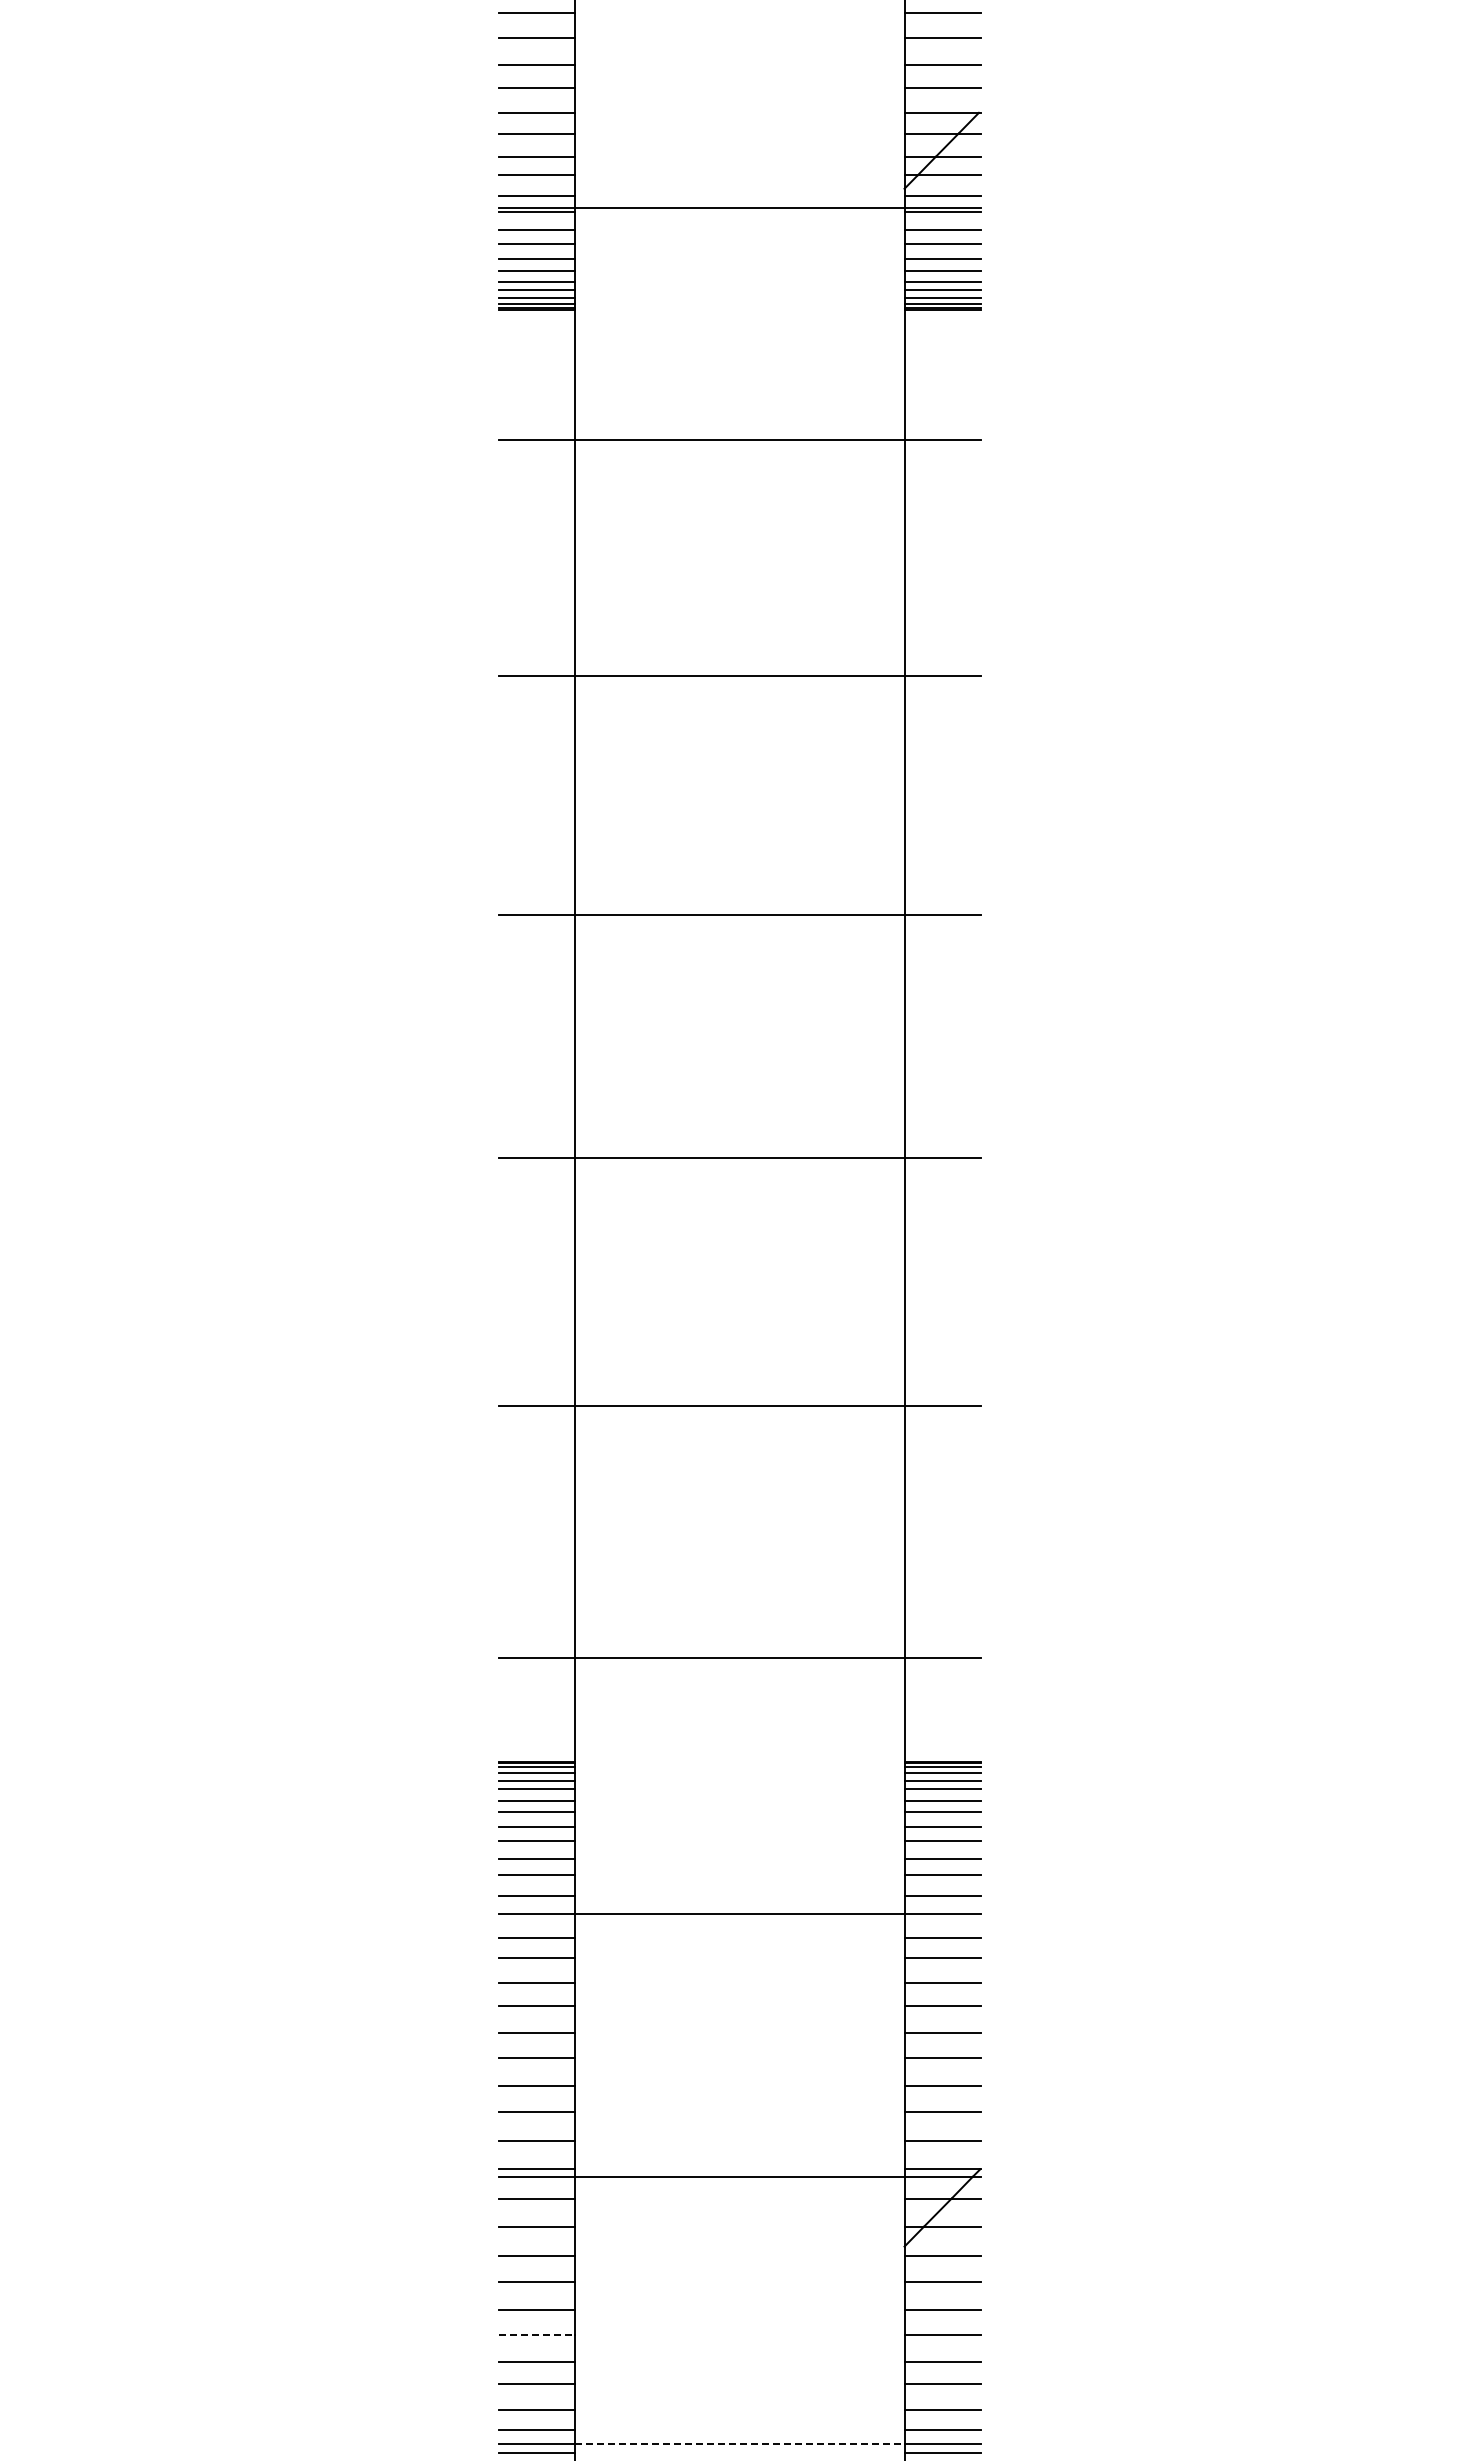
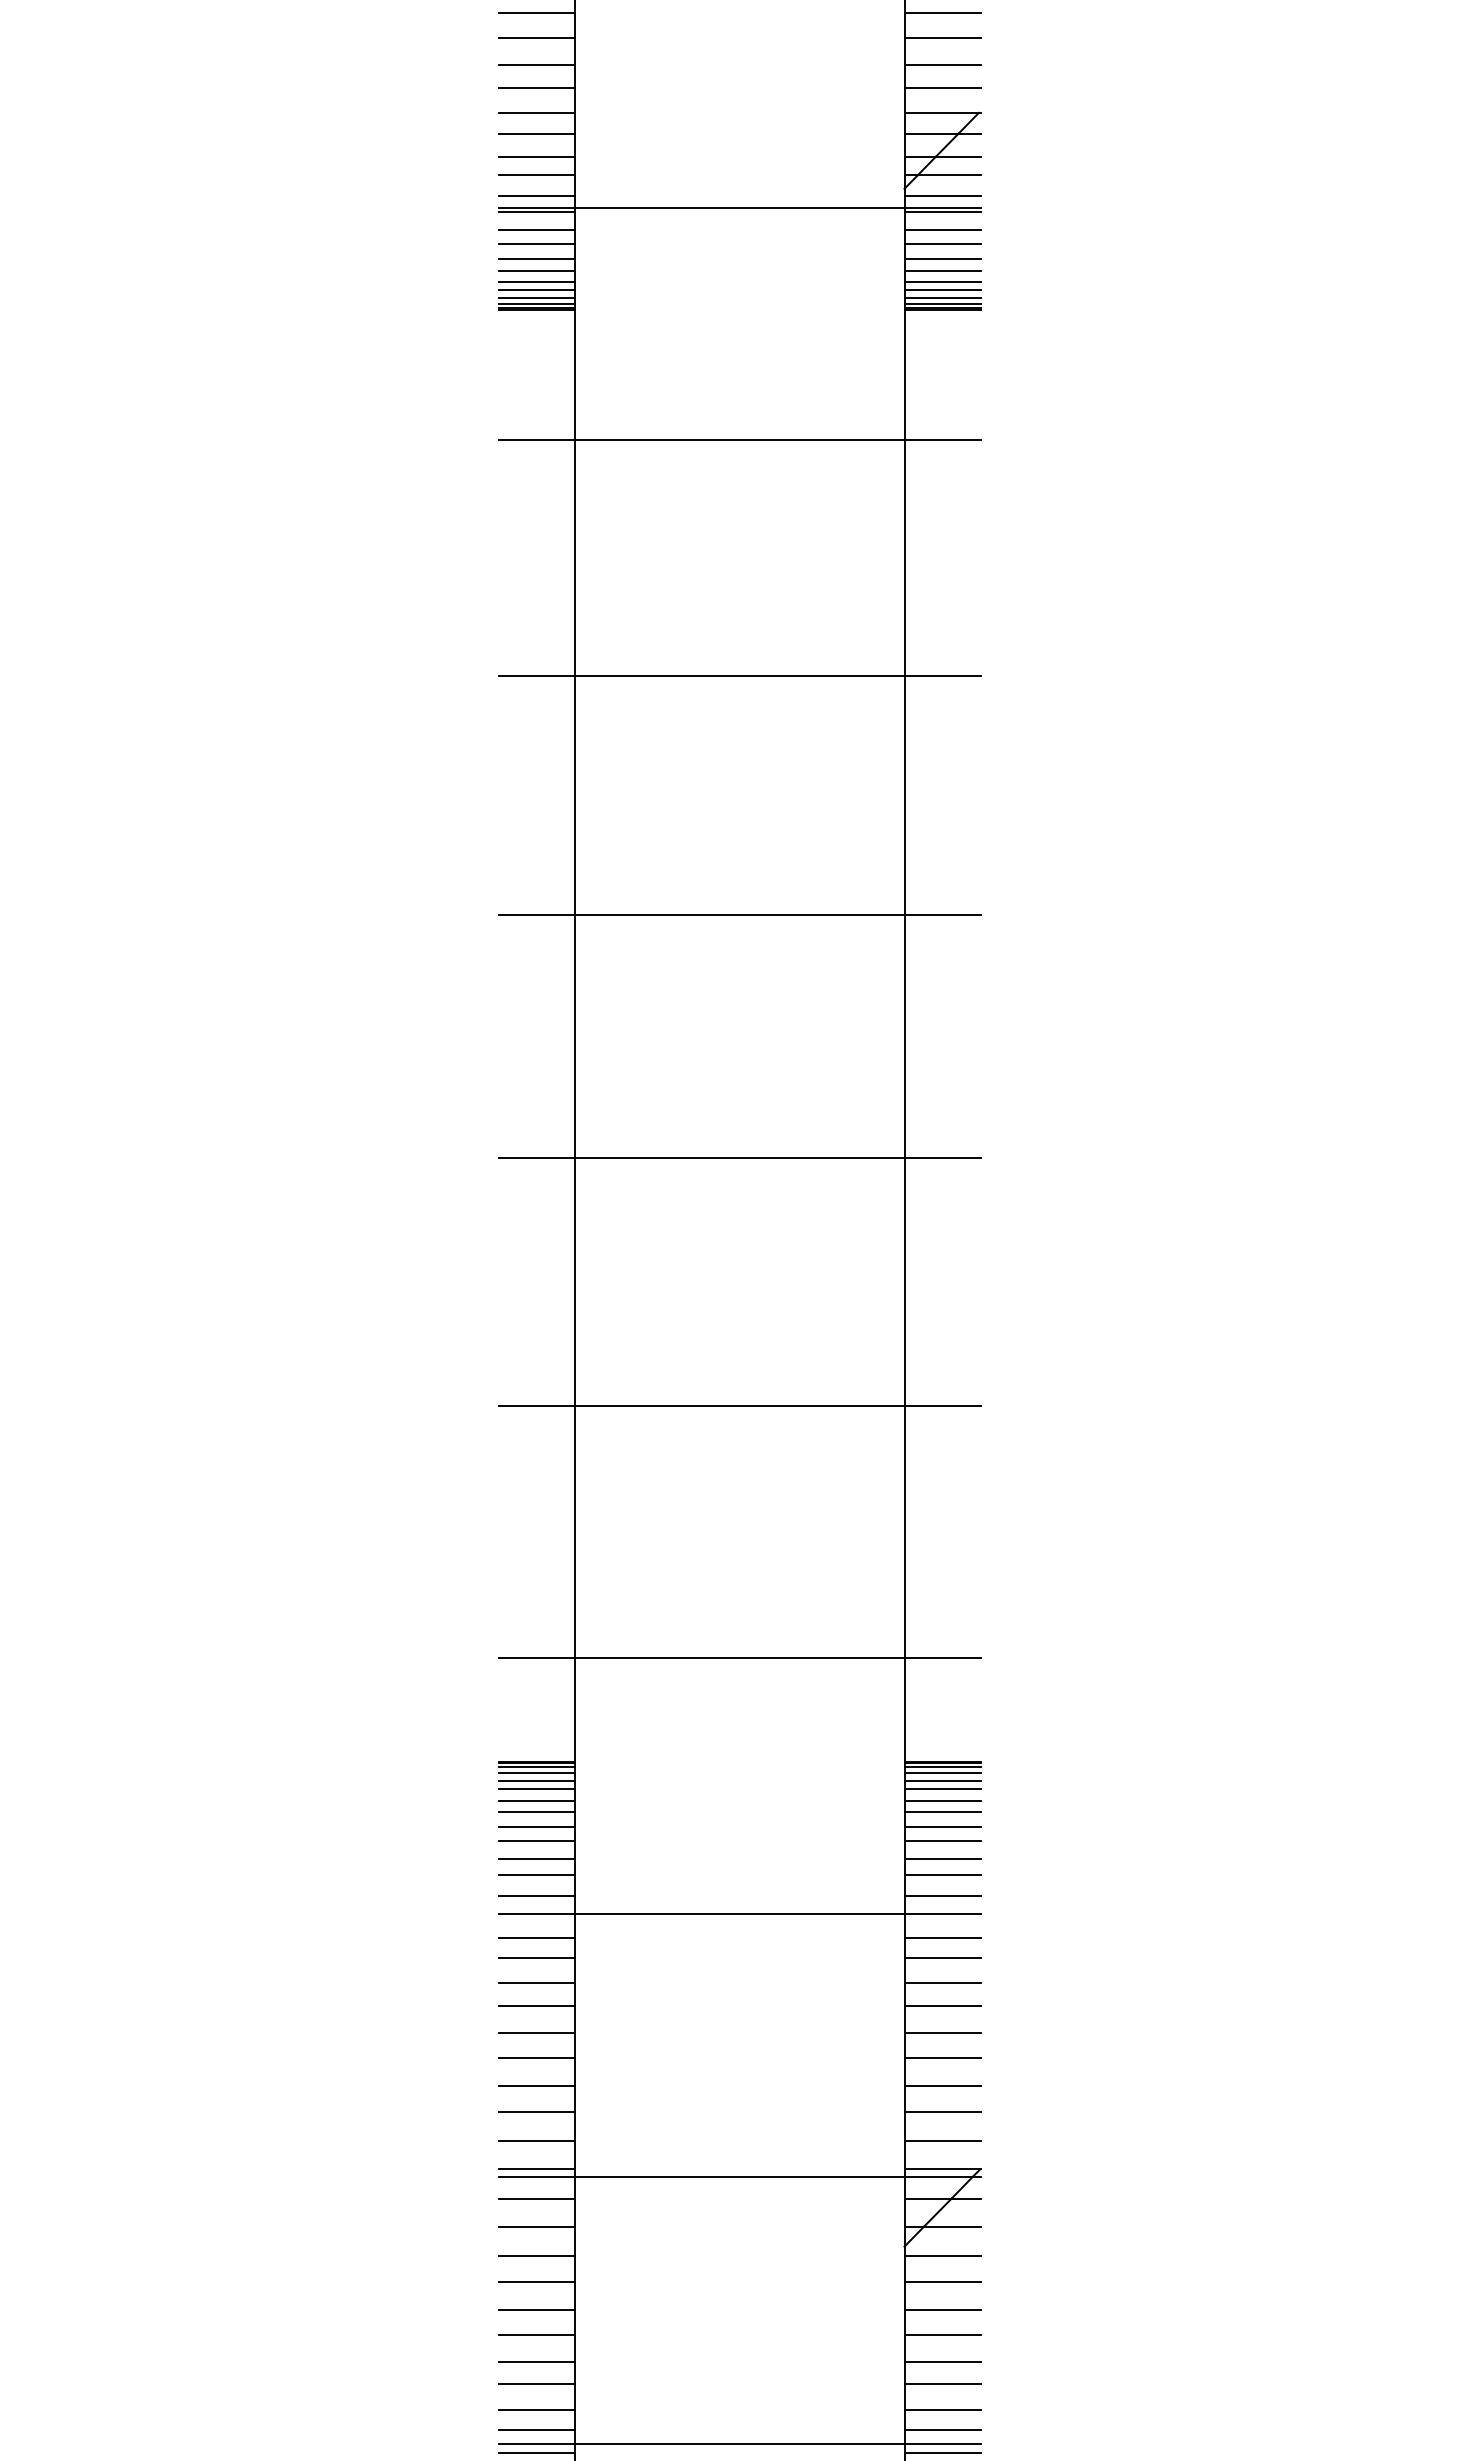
line at (537, 2334): dashed -> solid
line at (739, 2444): dashed -> solid
